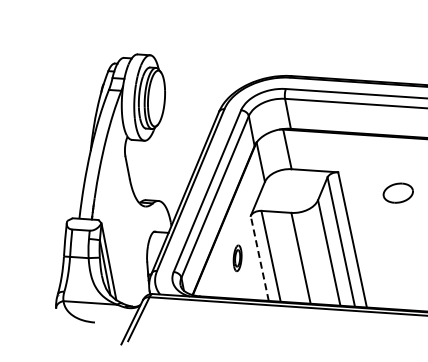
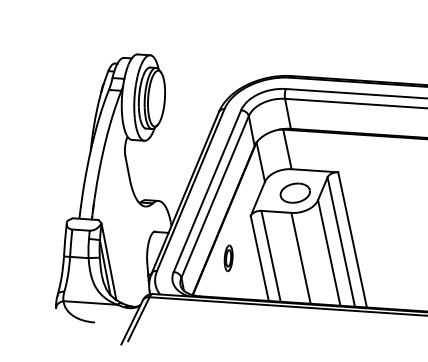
part at (397, 192) position: (397, 192) -> (294, 192)
line at (259, 257): dashed -> solid
part at (237, 258) position: (237, 258) -> (228, 258)
